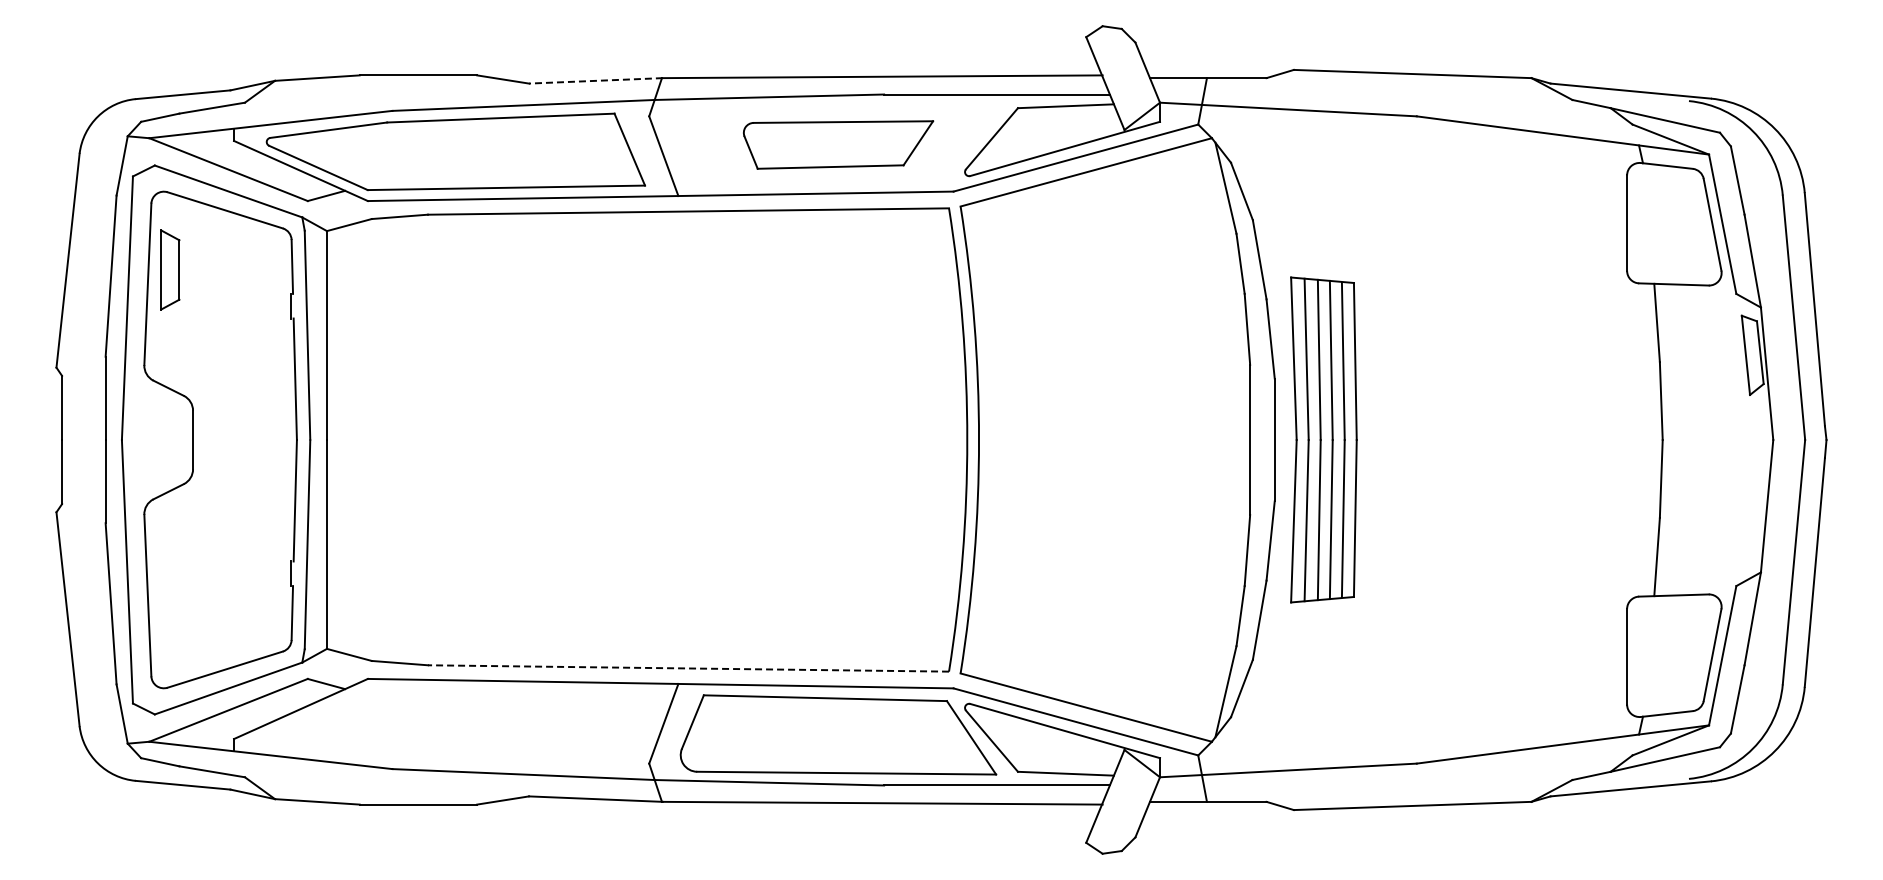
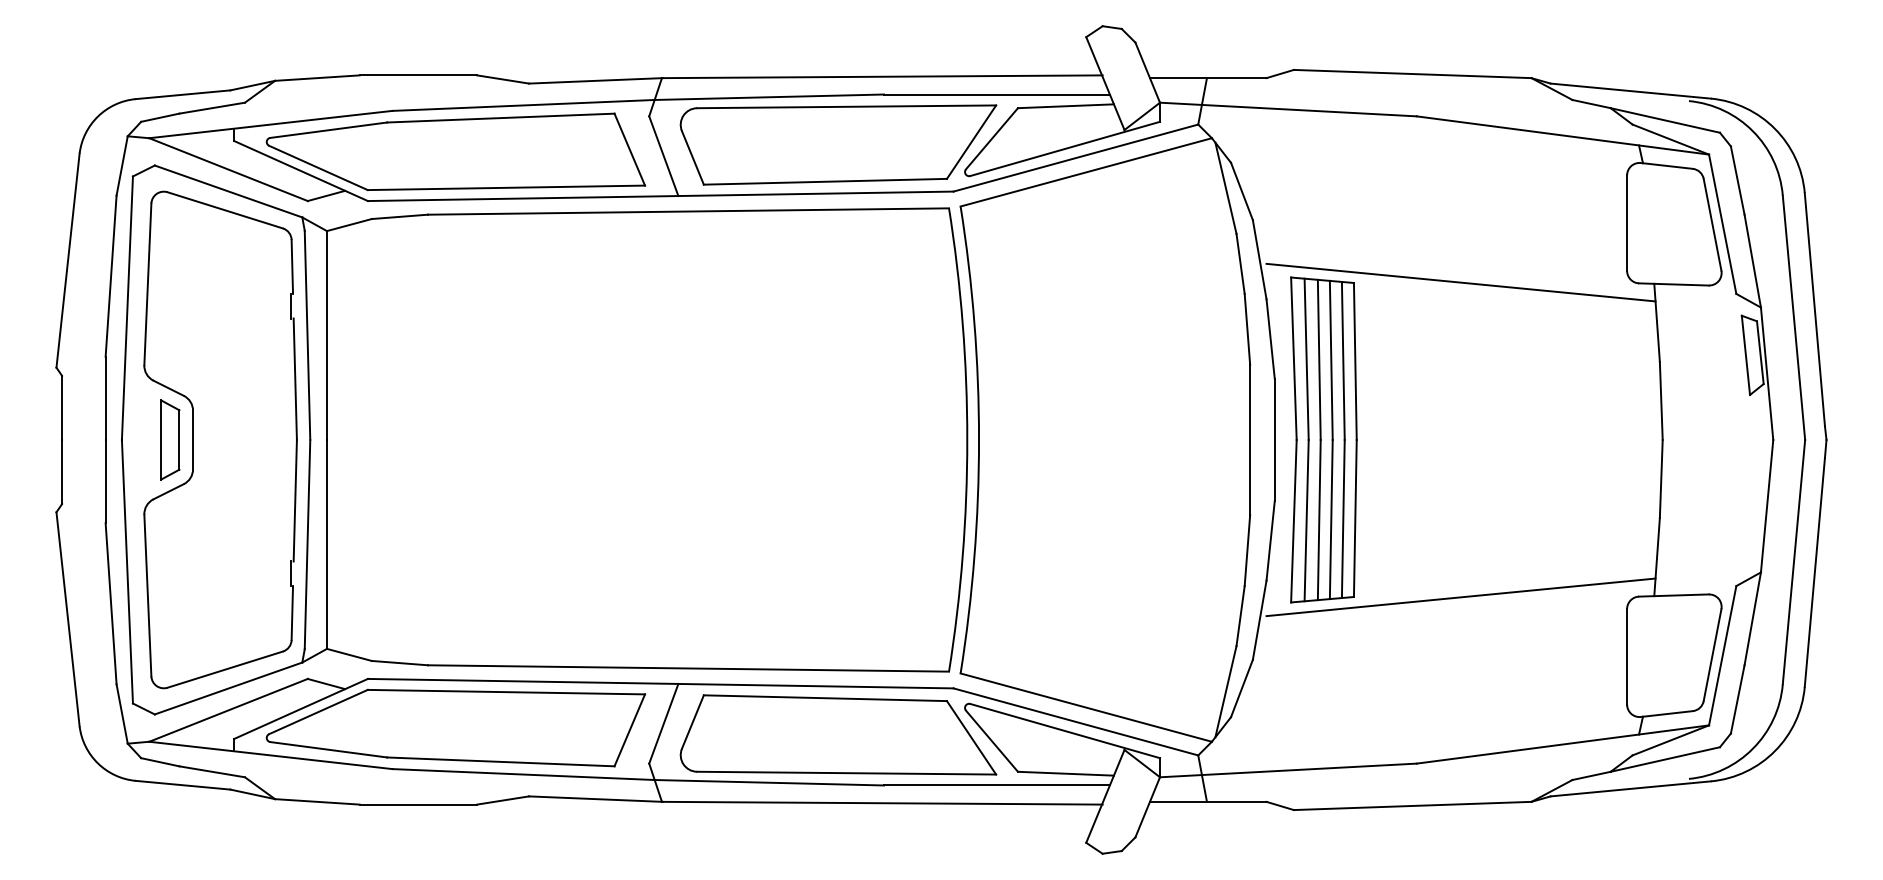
line at (595, 80): dashed -> solid
part at (838, 144) size: 192x50 px -> 319x82 px
part at (170, 269) position: (170, 269) -> (170, 439)
line at (1460, 282): none -> present
line at (1460, 597): none -> present
line at (688, 668): dashed -> solid
part at (455, 727): none -> present
